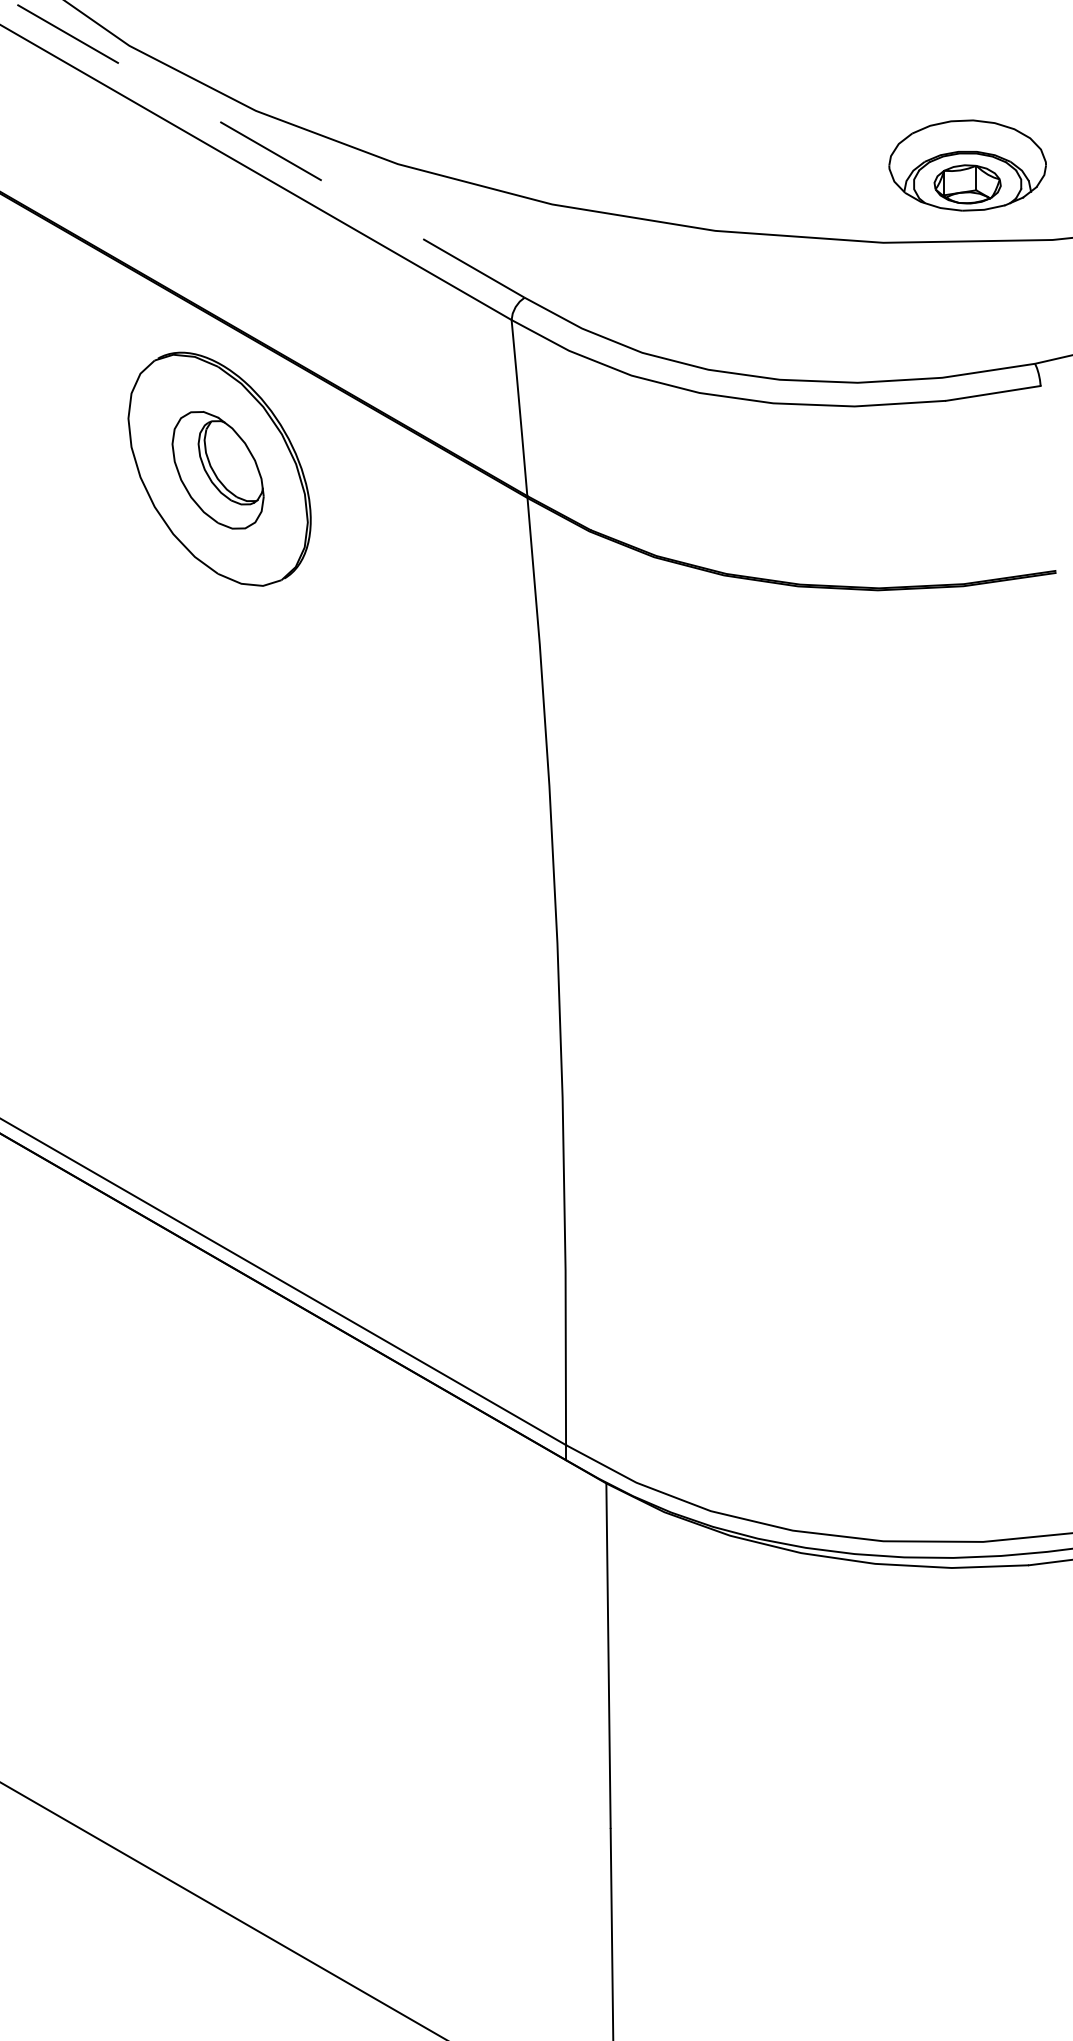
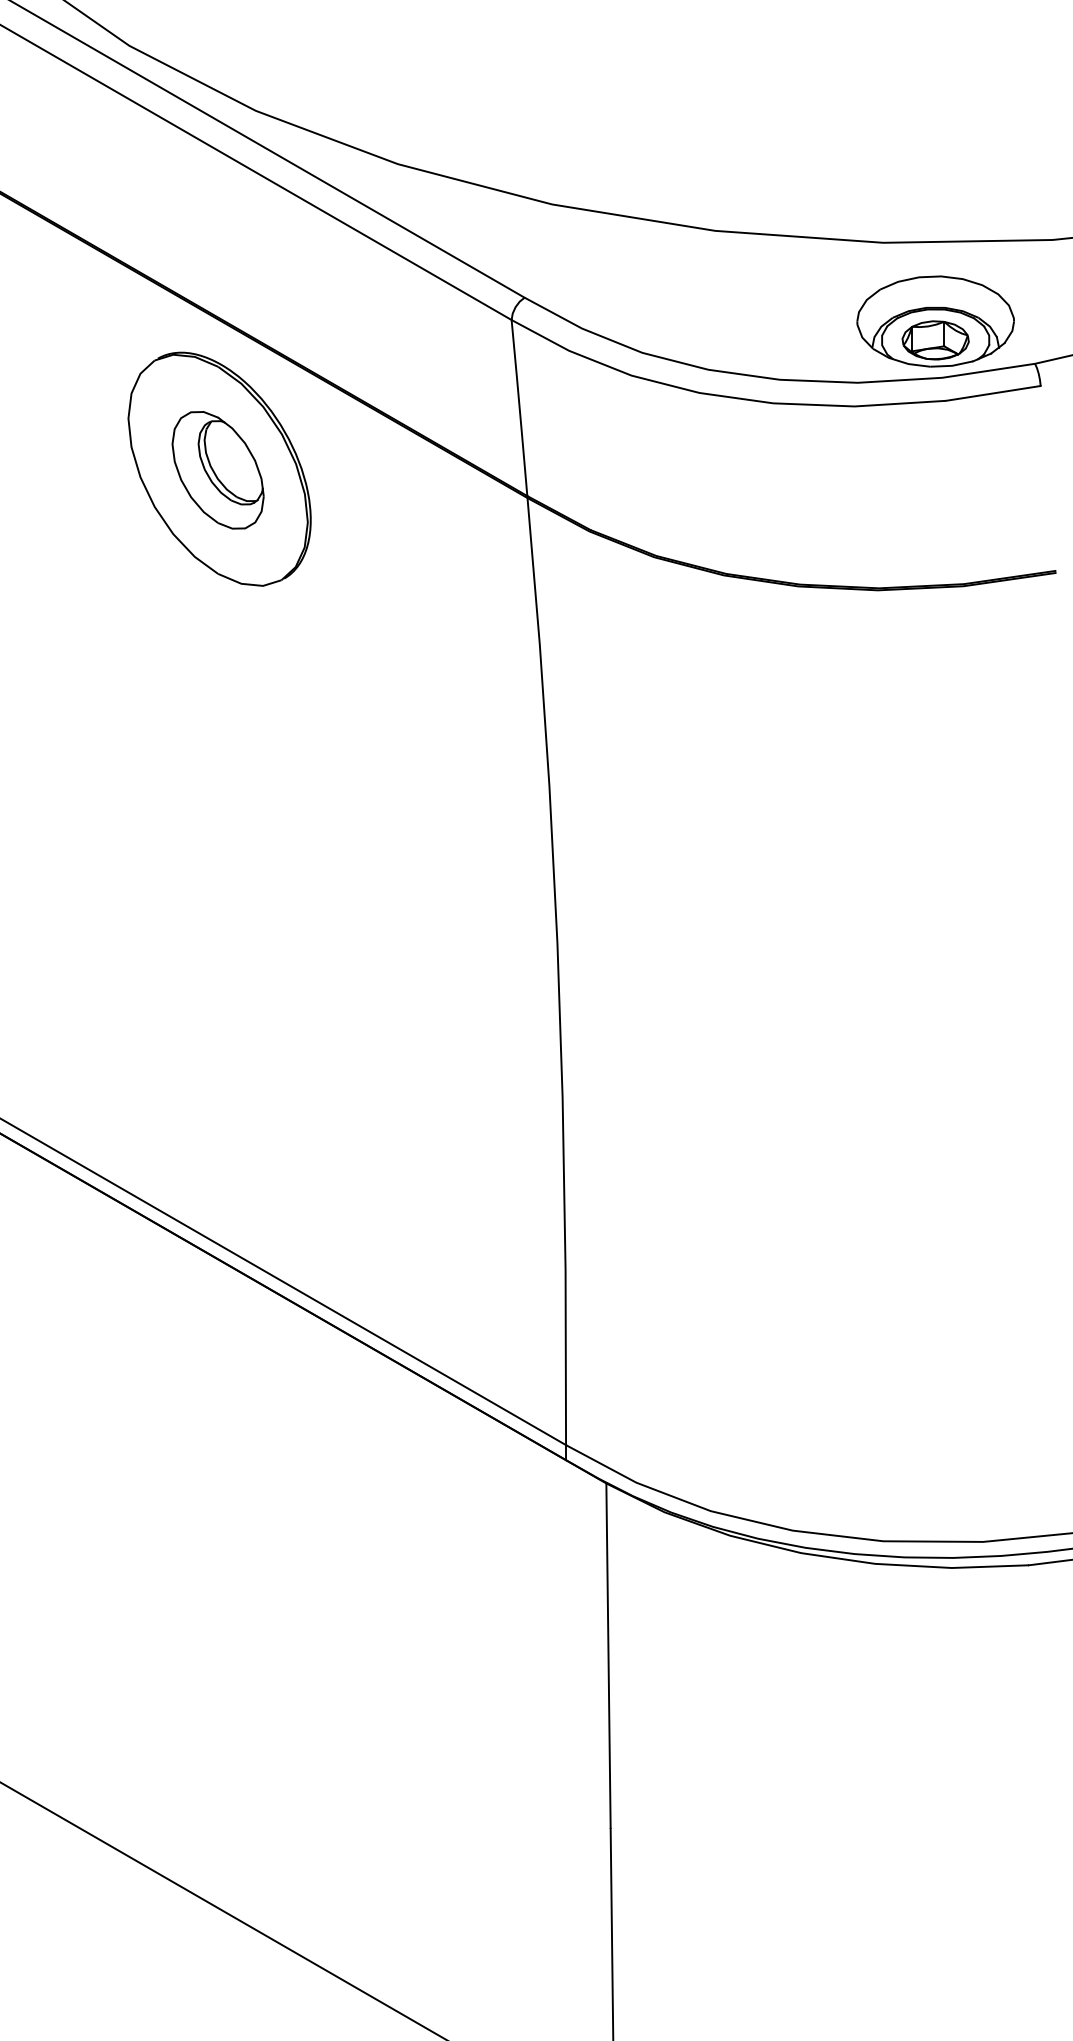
line at (266, 148): dashed -> solid
part at (967, 165) position: (967, 165) -> (935, 321)
